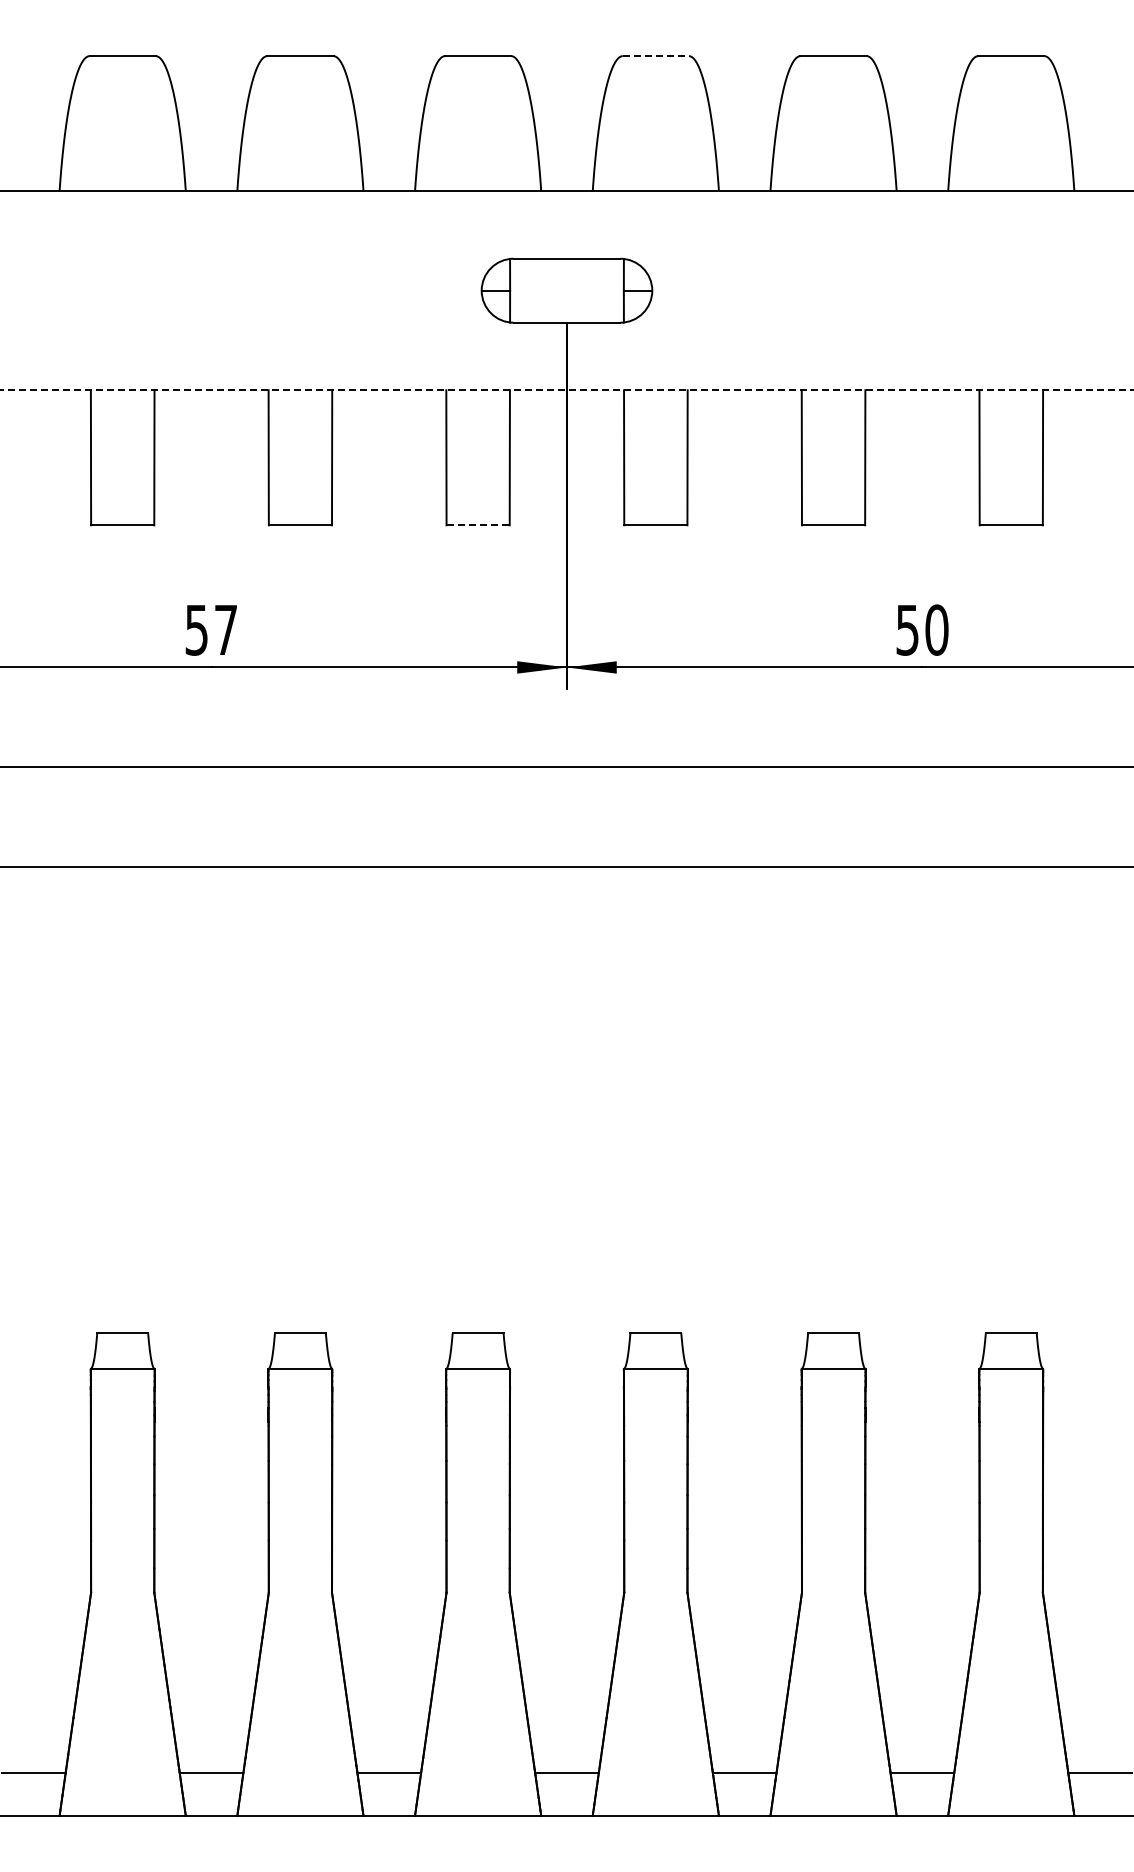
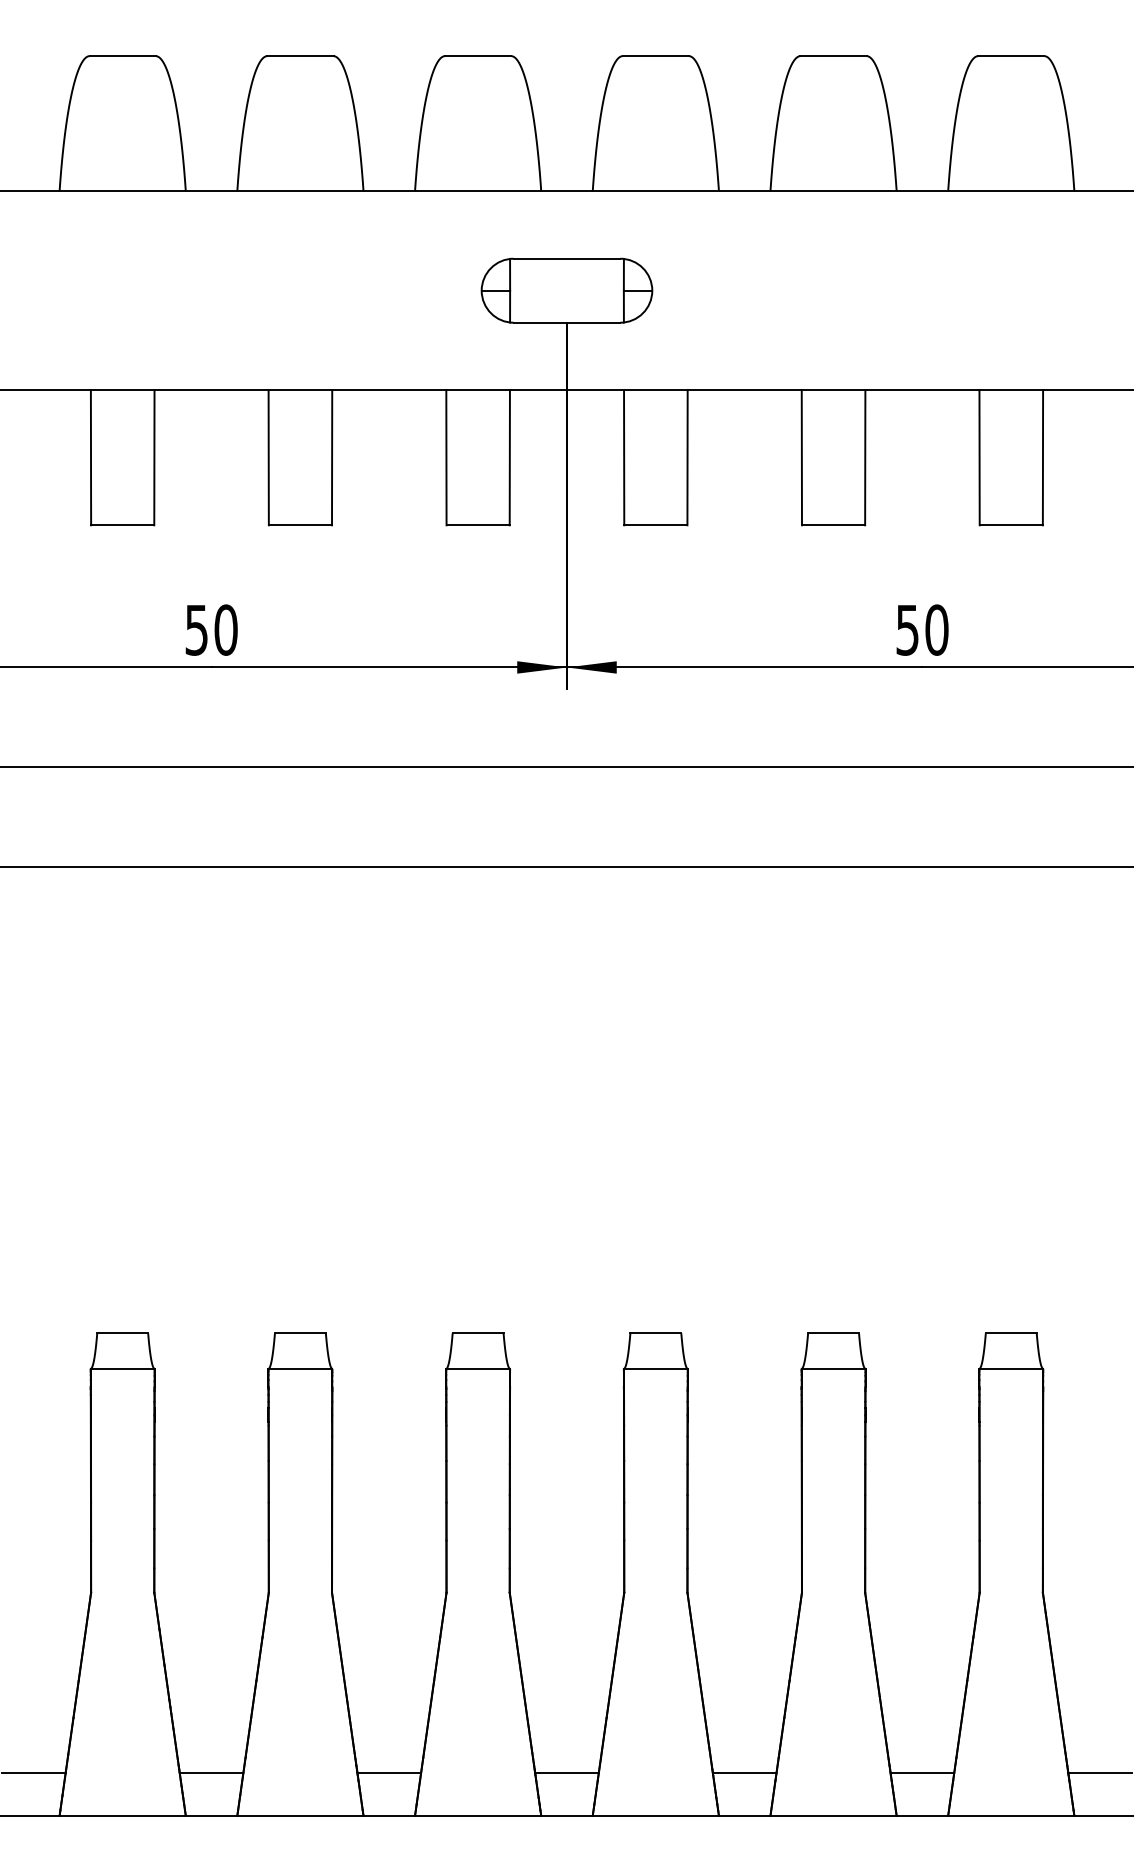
line at (656, 56): dashed -> solid
line at (566, 390): dashed -> solid
line at (478, 525): dashed -> solid
text at (225, 629): 57 -> 50
